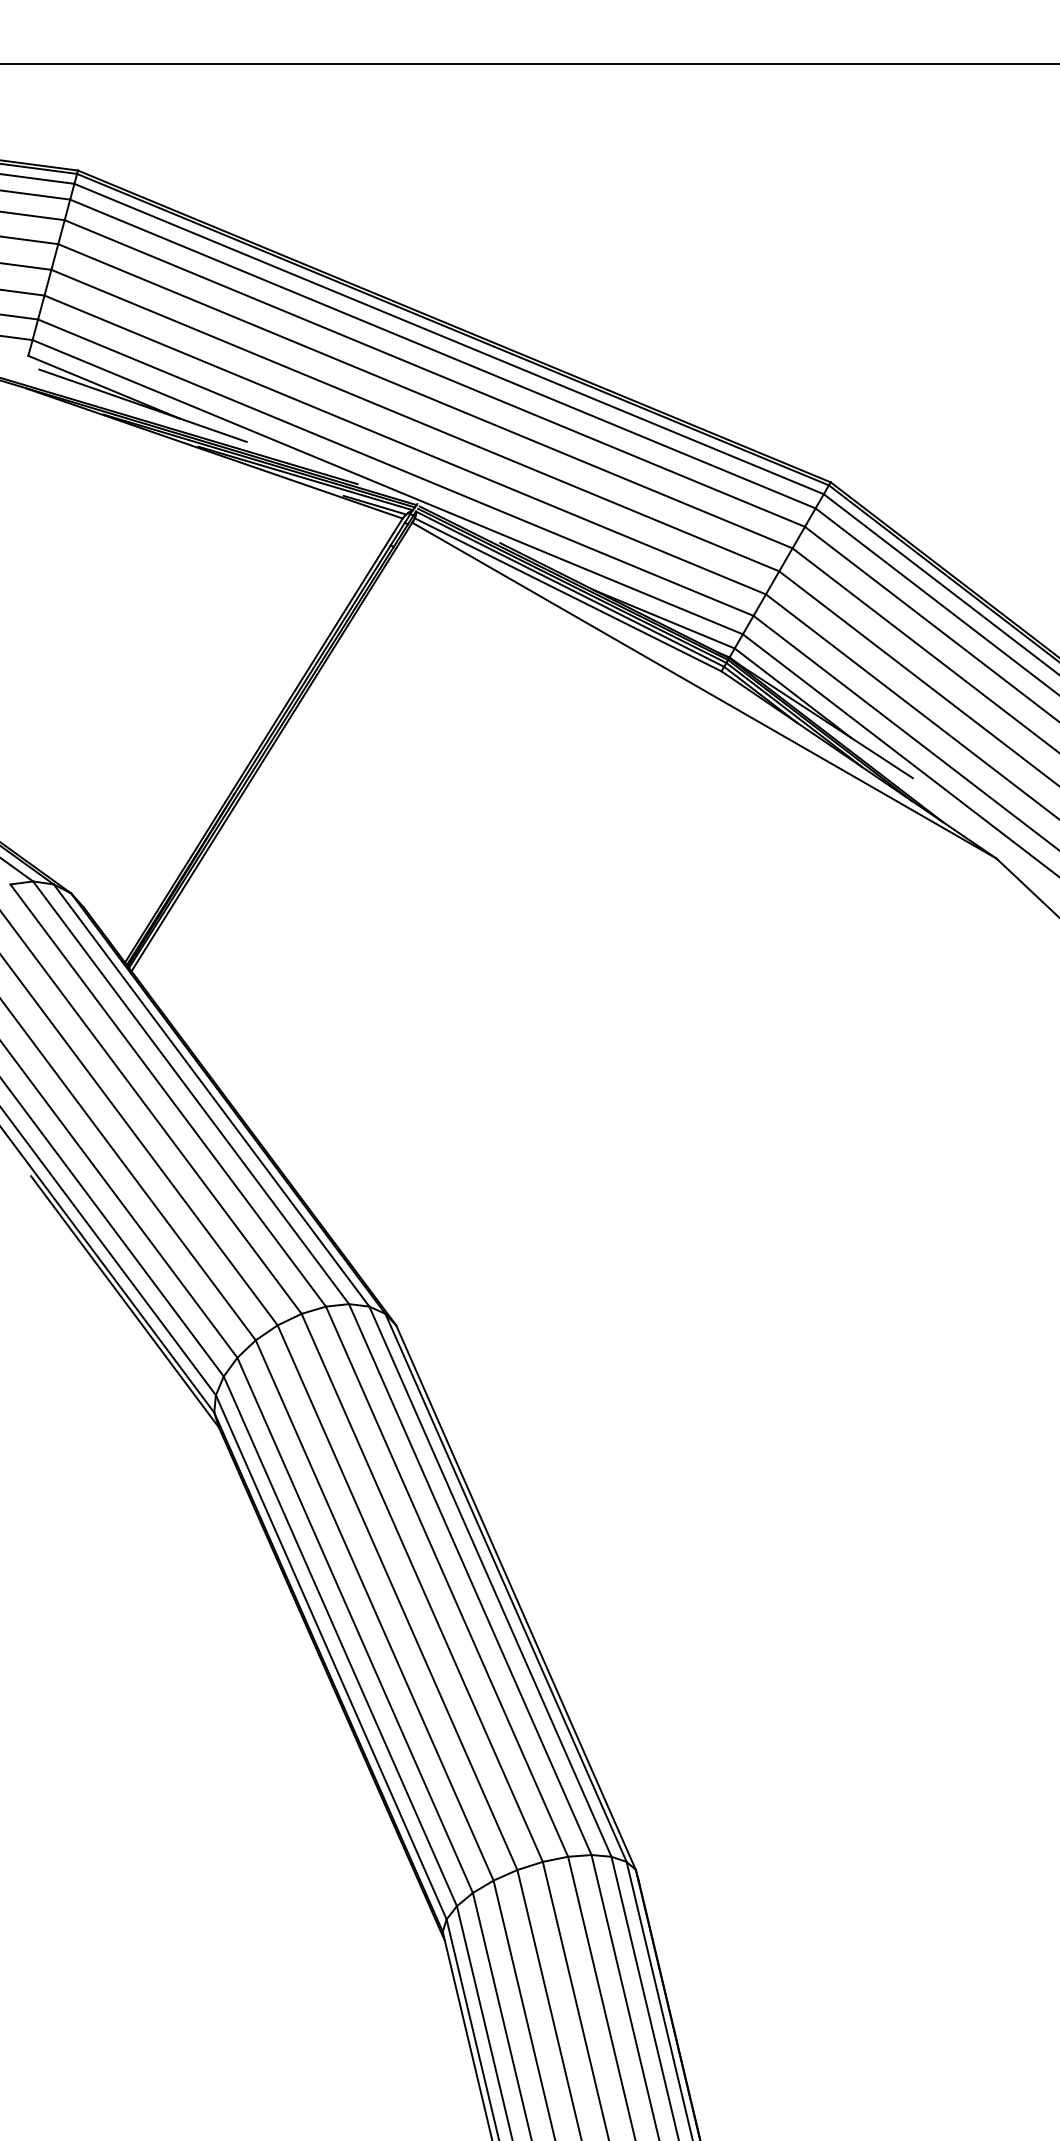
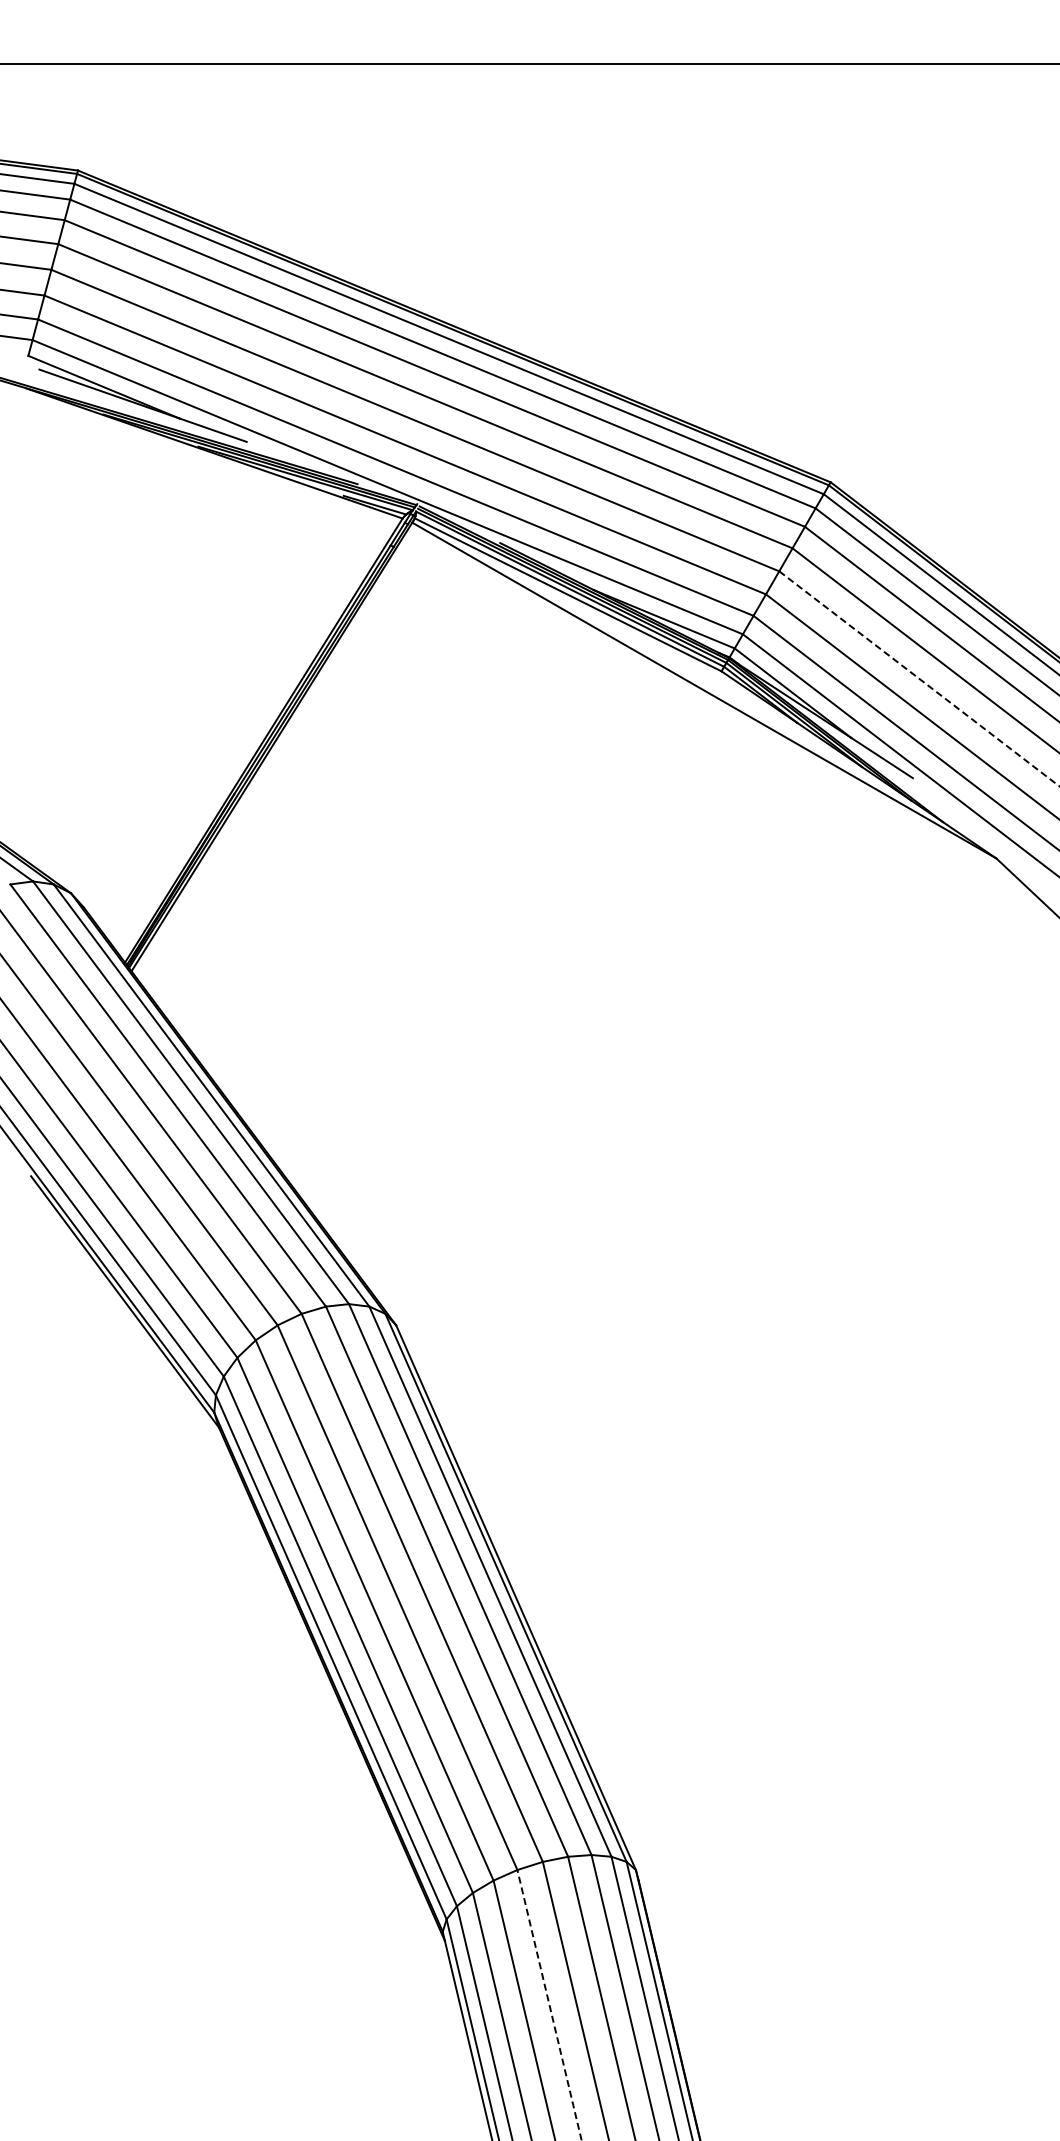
line at (919, 679): solid -> dashed
line at (549, 2005): solid -> dashed
